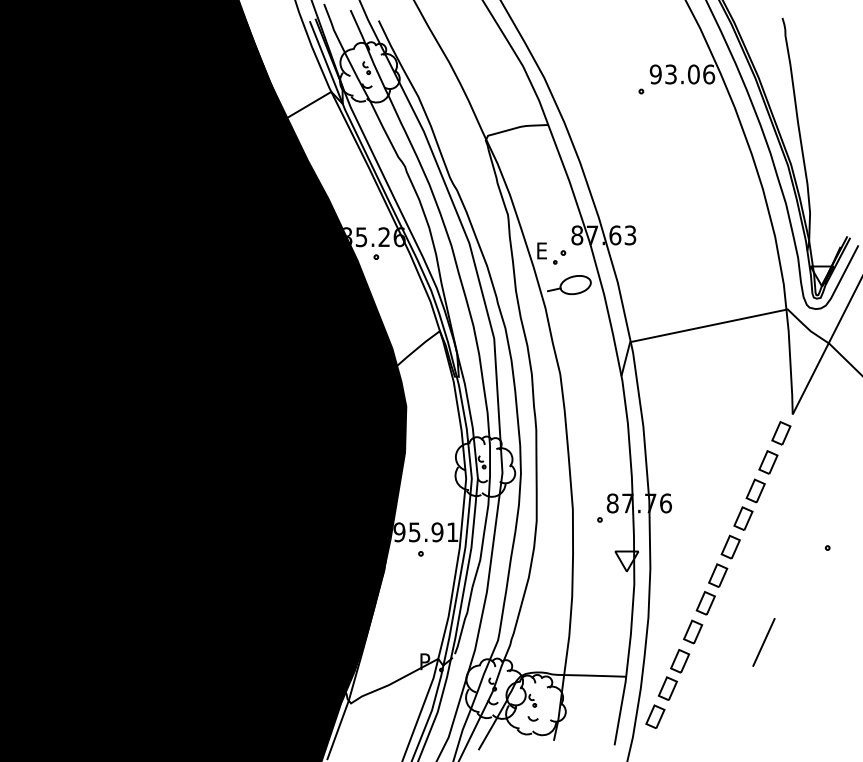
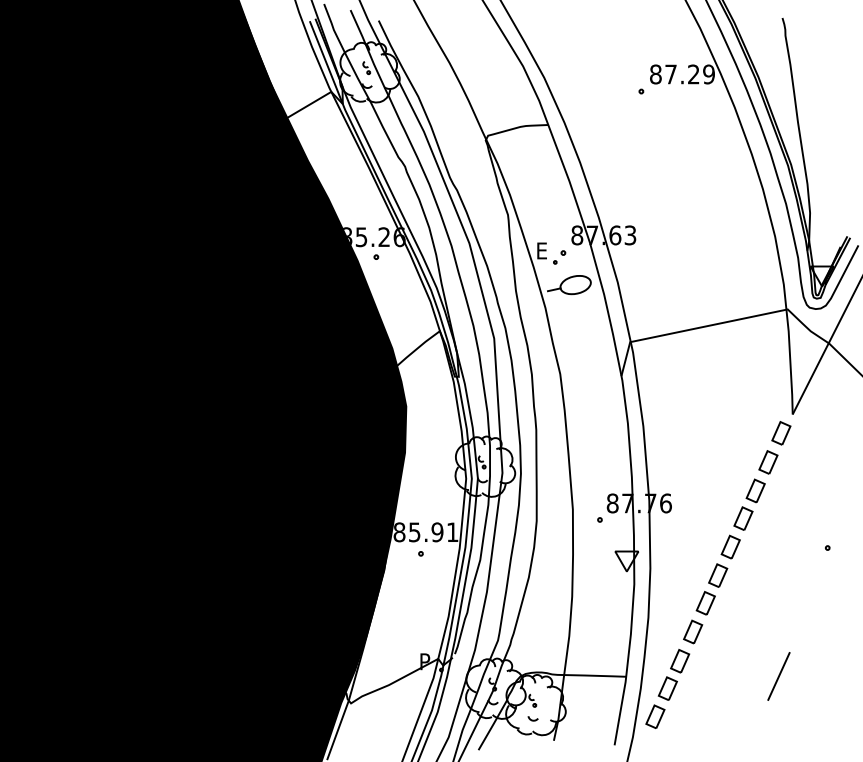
text at (682, 74): 93.06 -> 87.29
text at (399, 532): 95.91 -> 85.91
line at (763, 642) position: (763, 642) -> (778, 676)
